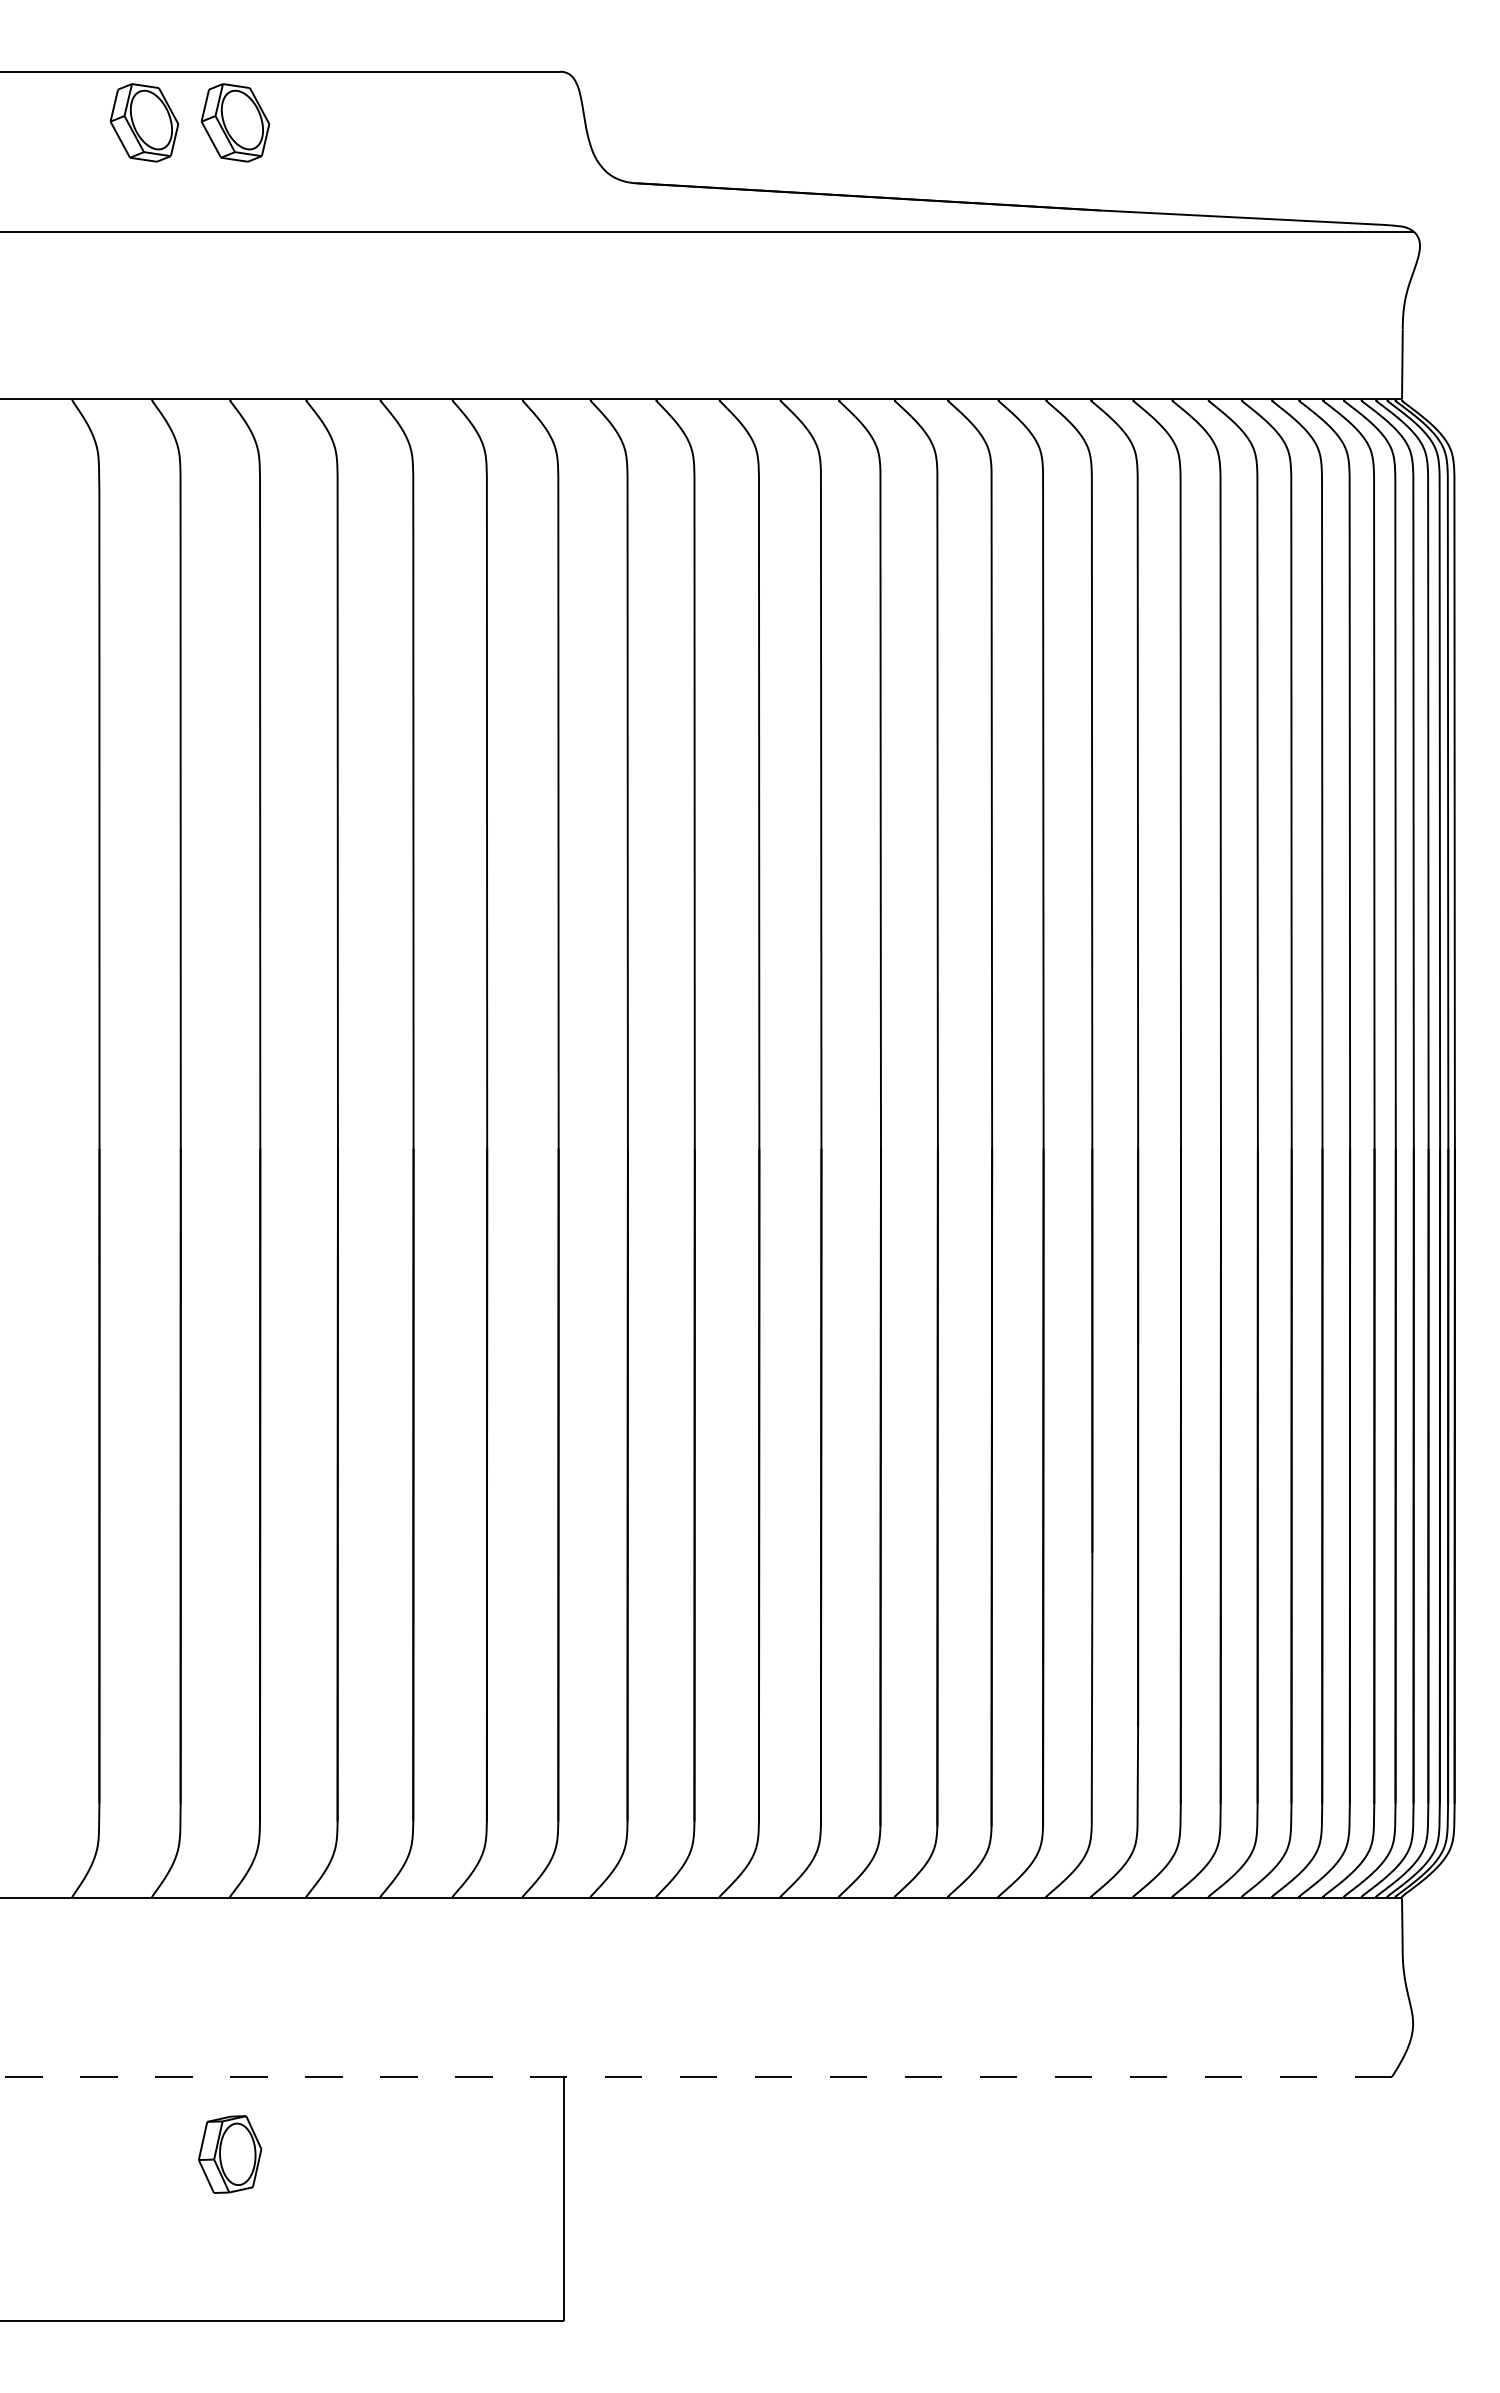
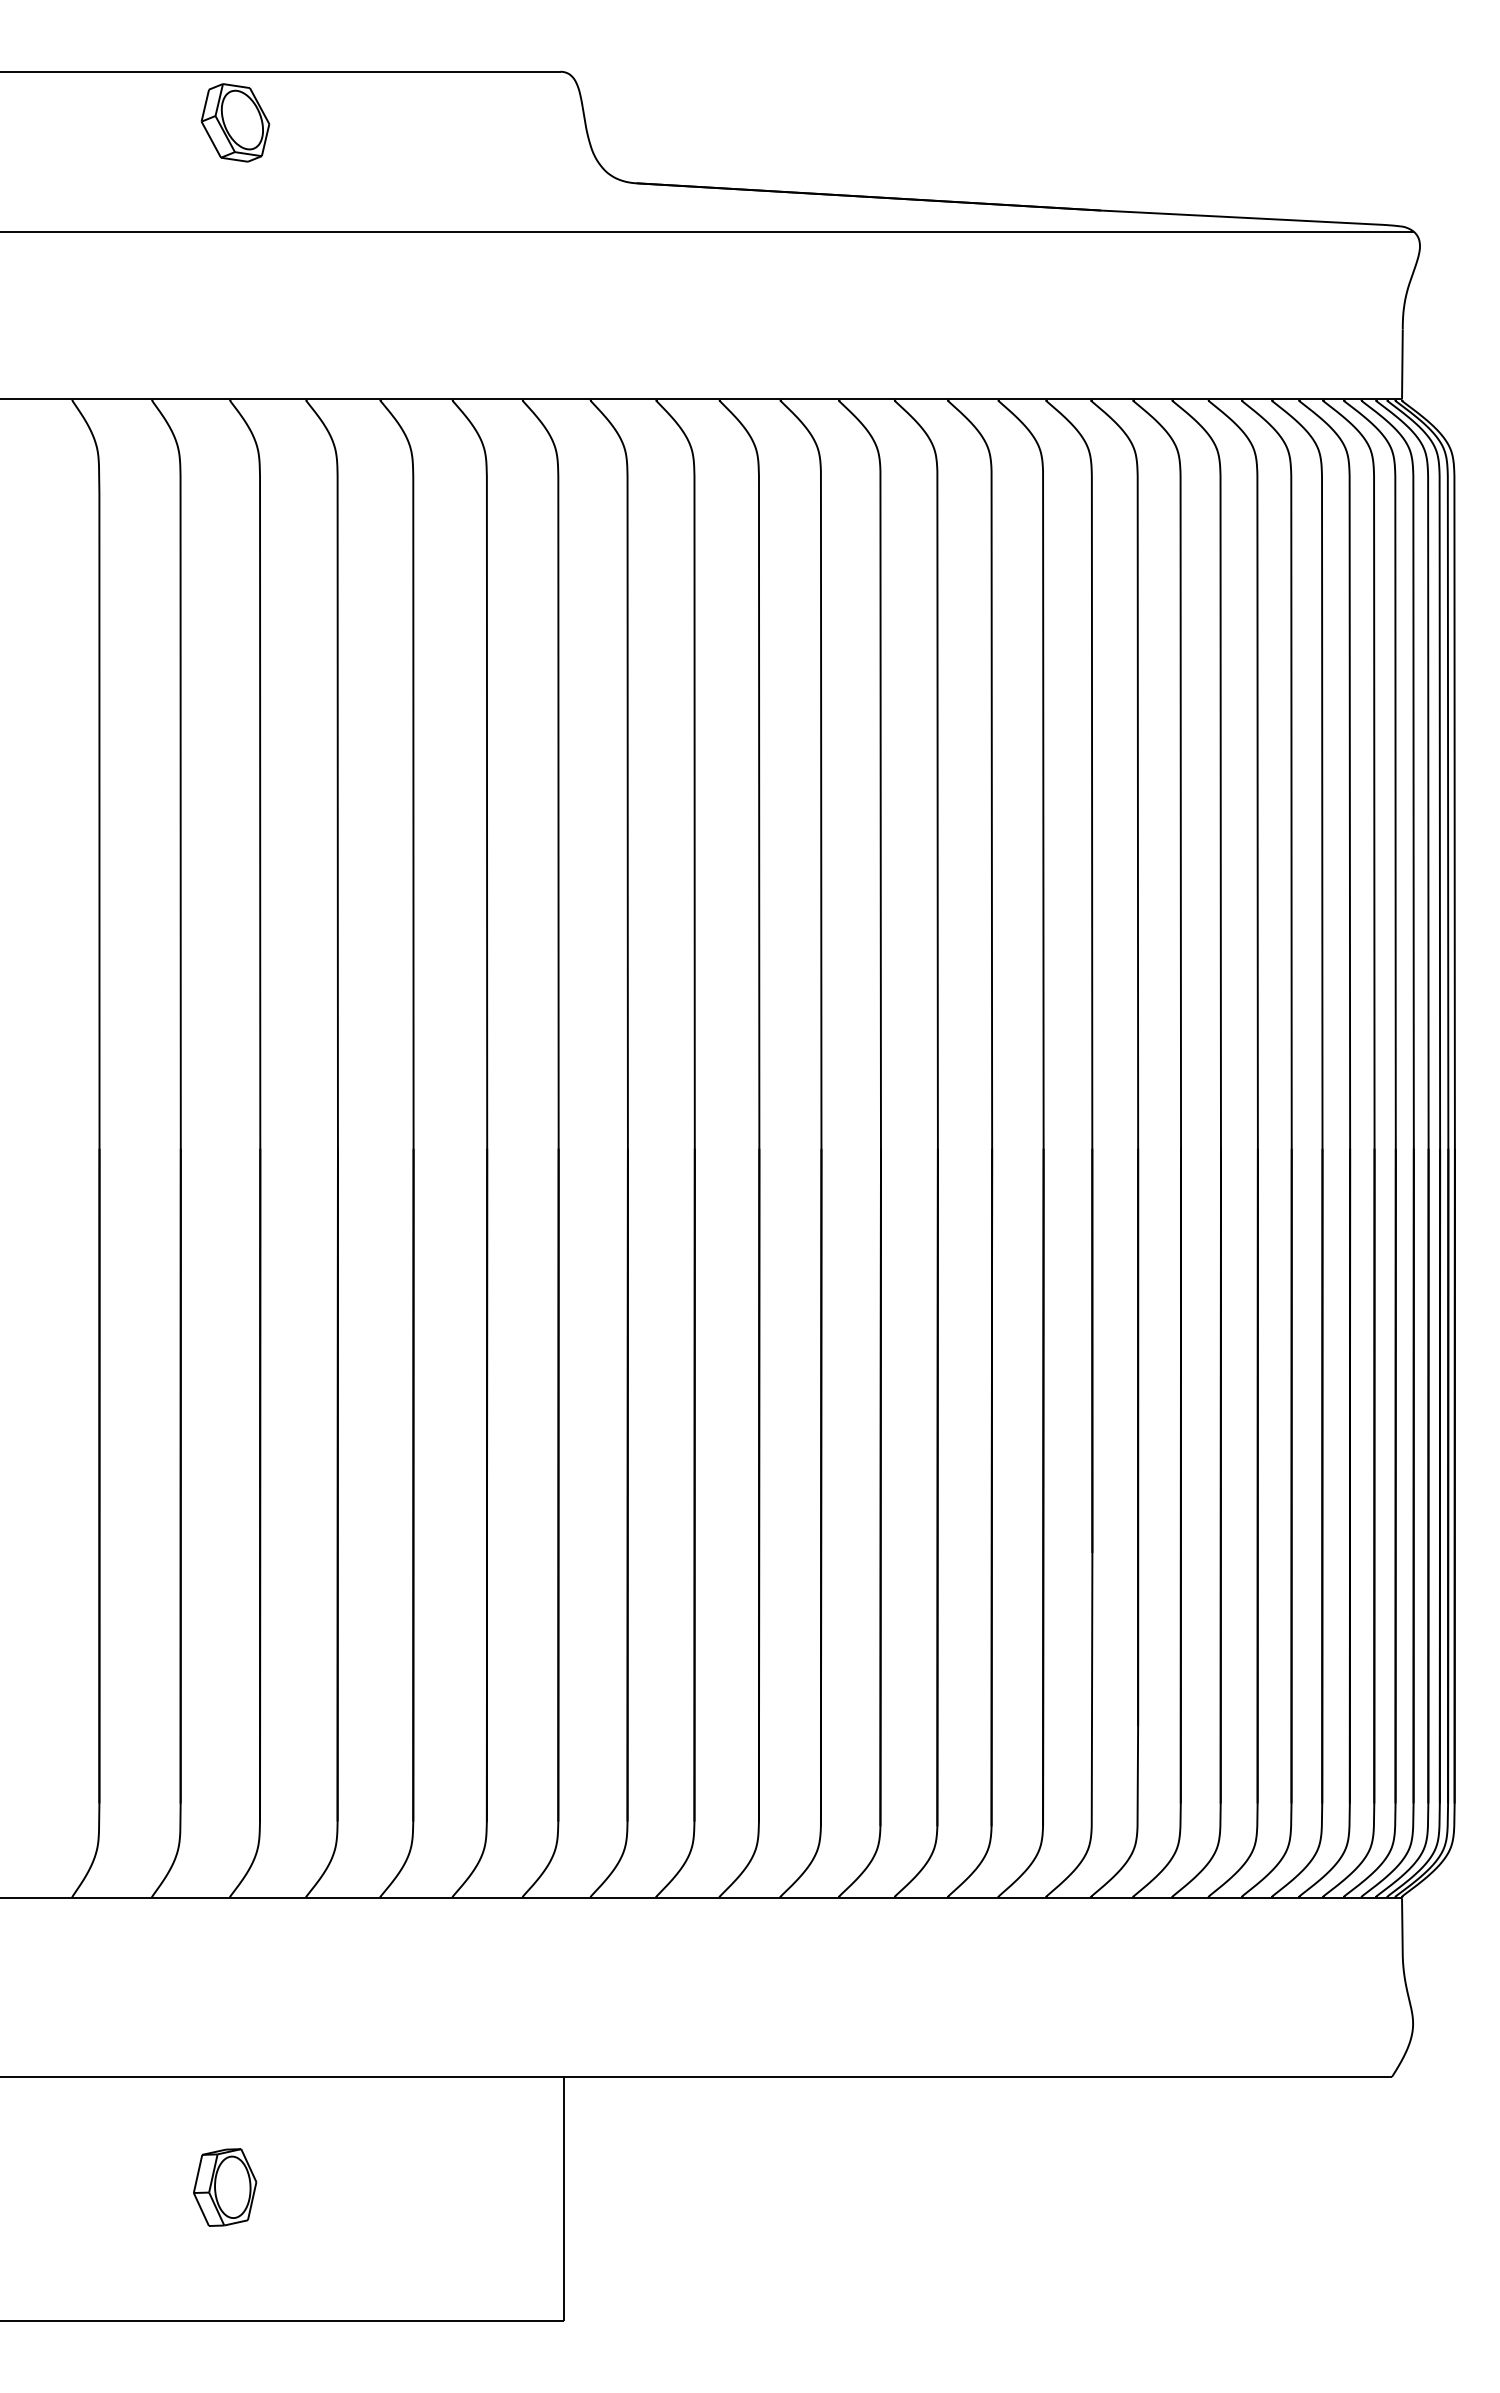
part at (144, 122): present -> none
line at (696, 2076): dashed -> solid
part at (230, 2154) position: (230, 2154) -> (225, 2187)
